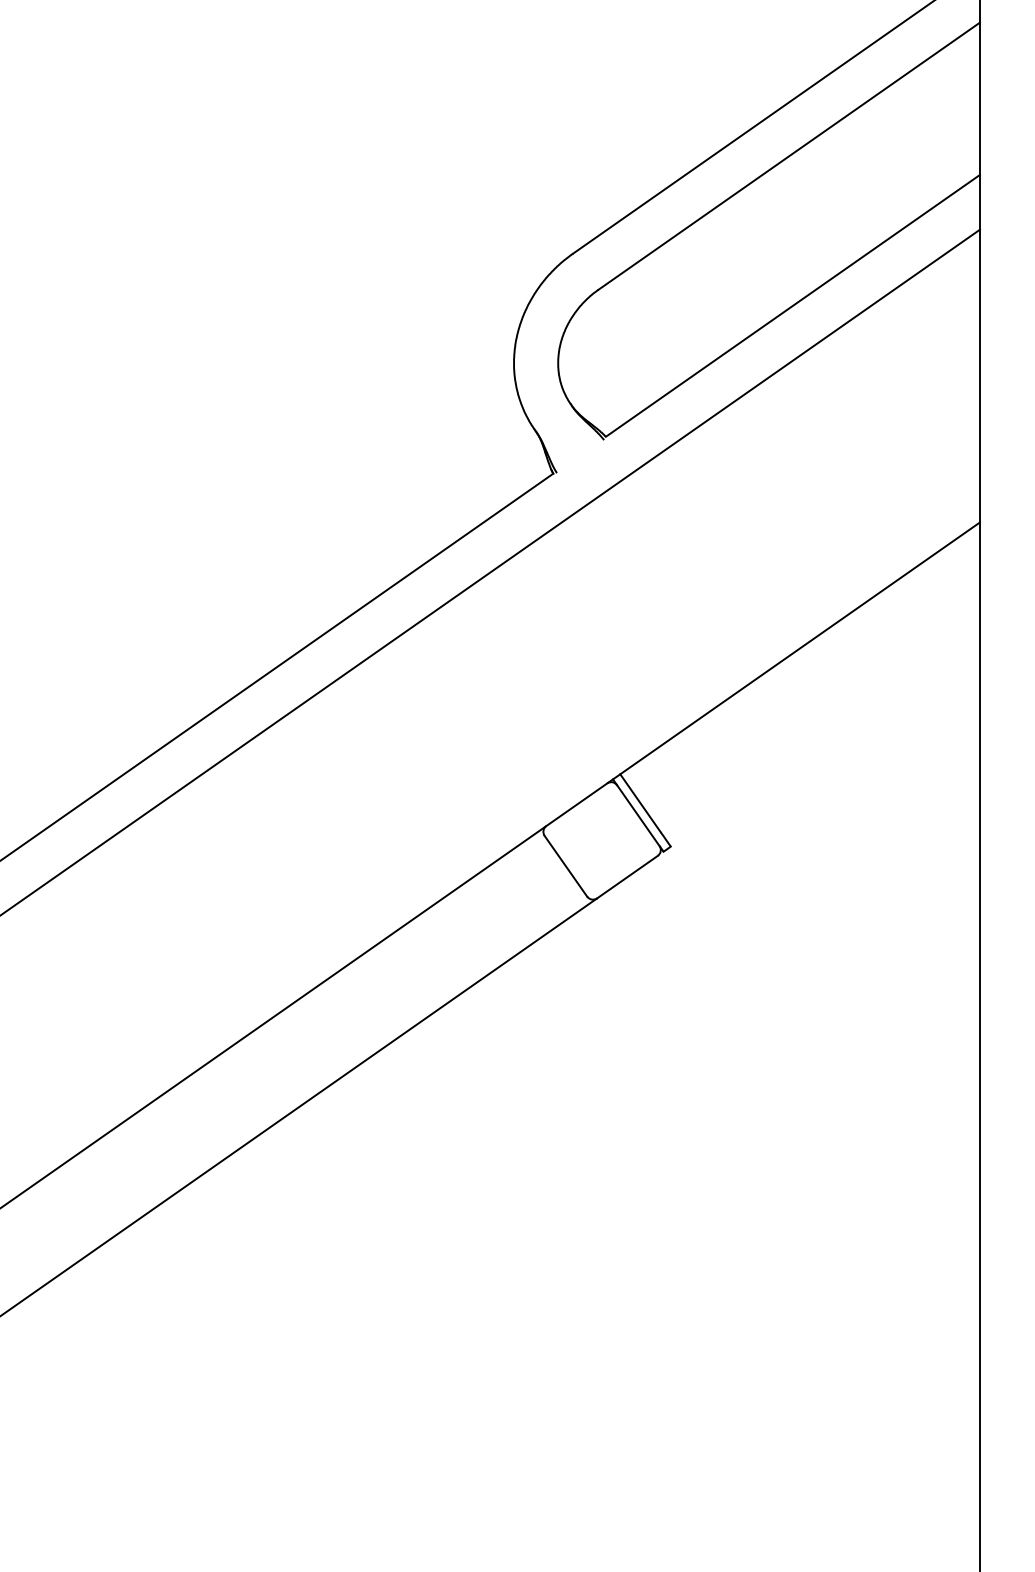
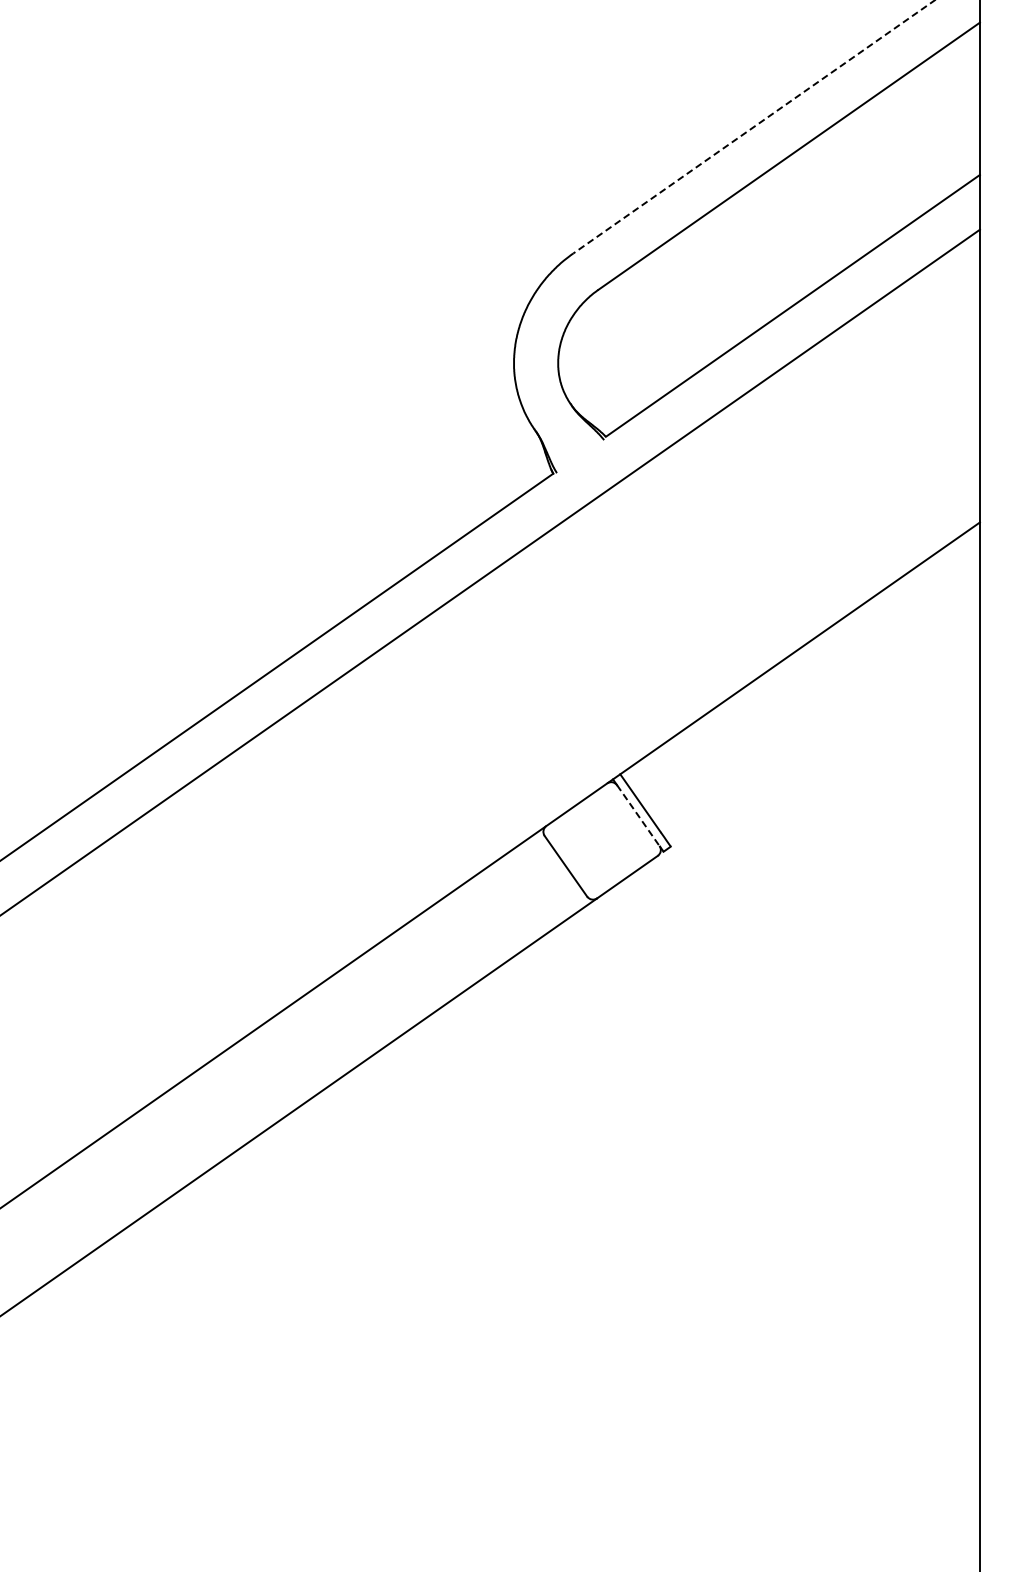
line at (754, 126): solid -> dashed
line at (638, 815): solid -> dashed
